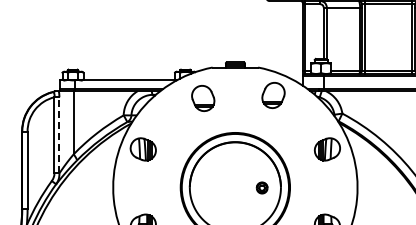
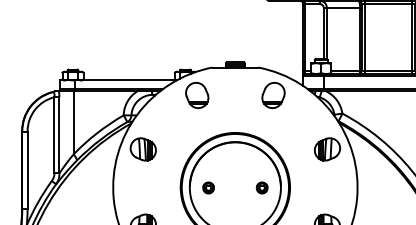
part at (203, 98) position: (203, 98) -> (197, 95)
line at (59, 134): dashed -> solid
part at (208, 187): none -> present
